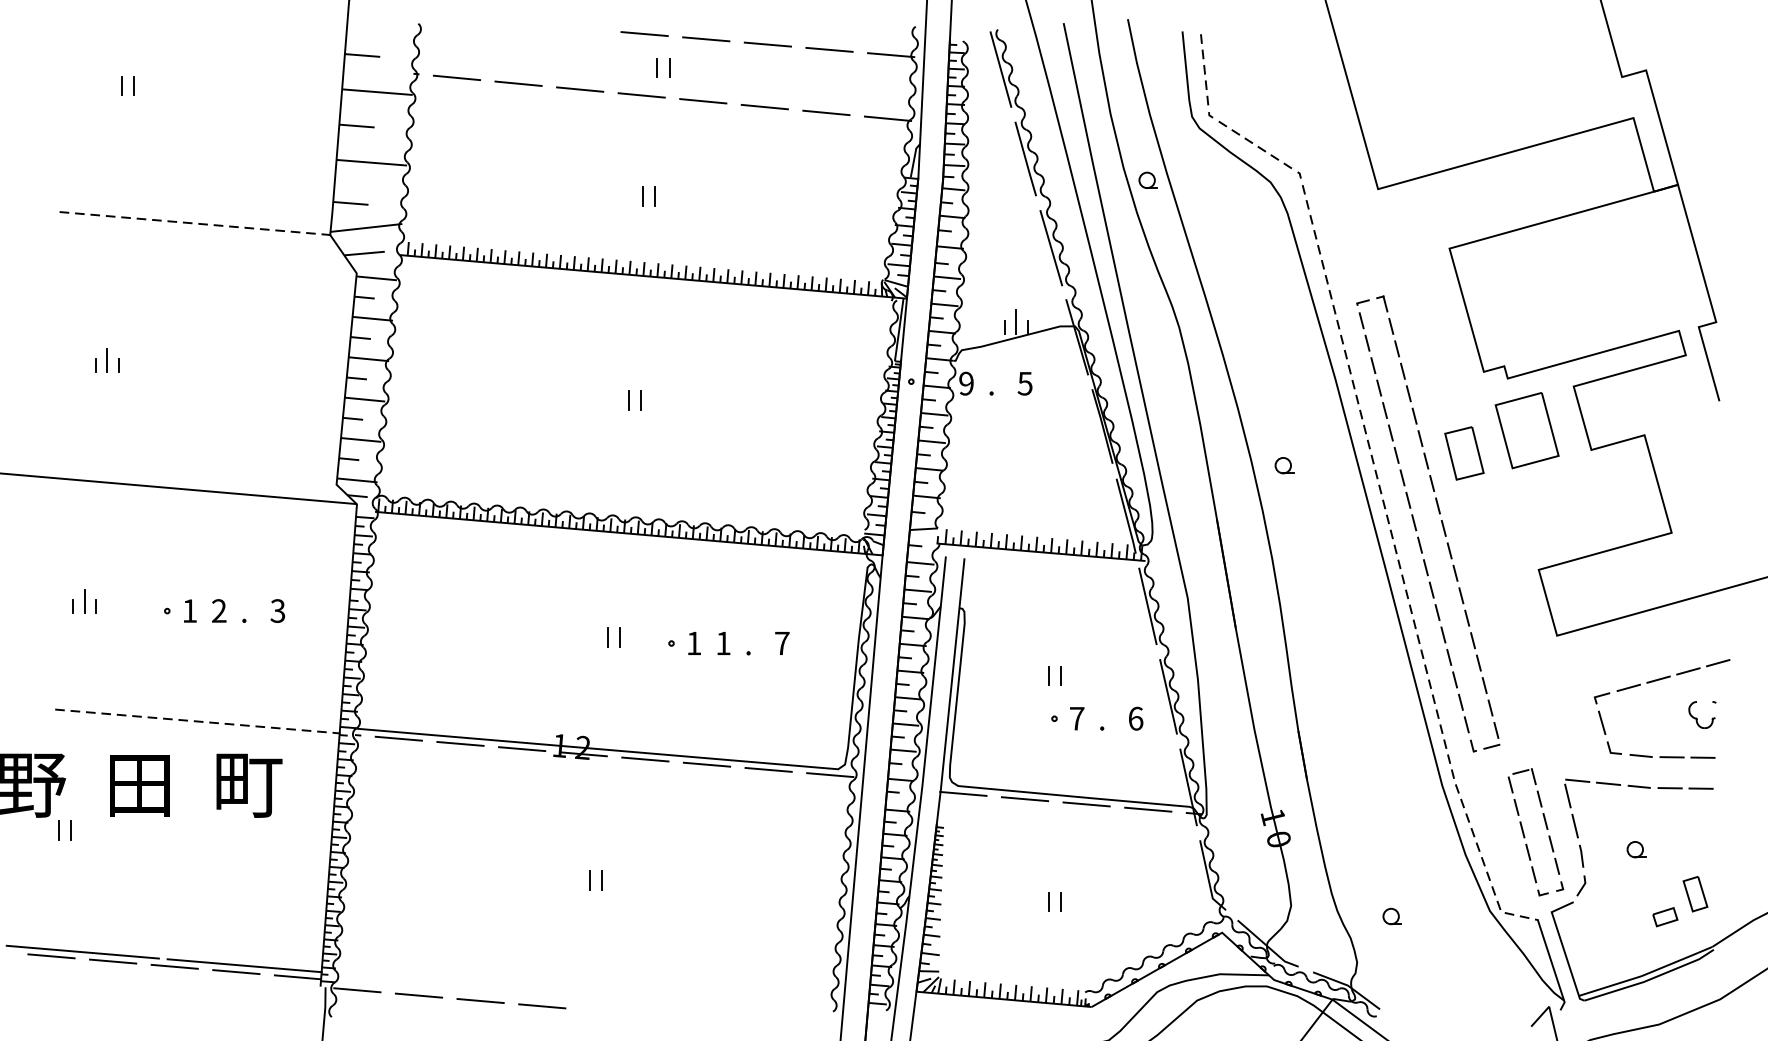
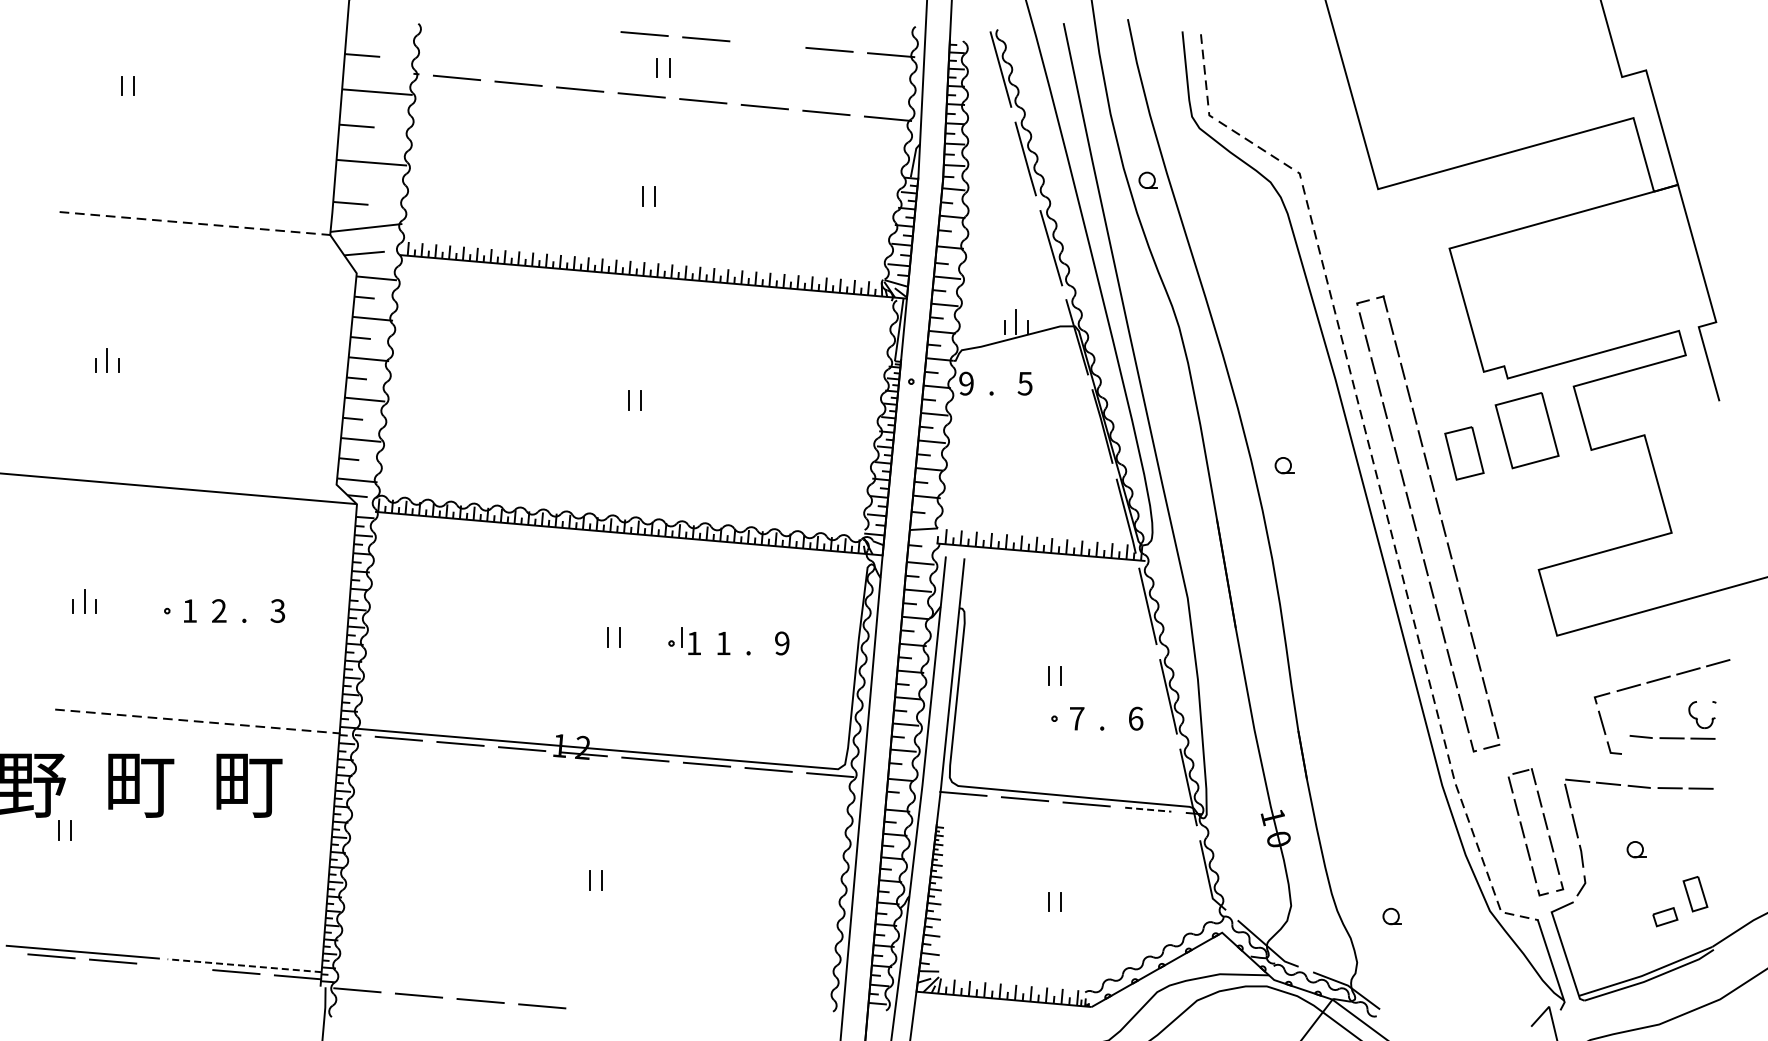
line at (767, 44): present -> none
line at (681, 637): none -> present
text at (782, 643): 7 -> 9
part at (1672, 756) position: (1672, 756) -> (1672, 737)
text at (141, 785): 田 -> 町
line at (1148, 809): solid -> dashed
line at (244, 965): solid -> dashed
line at (174, 966): present -> none
